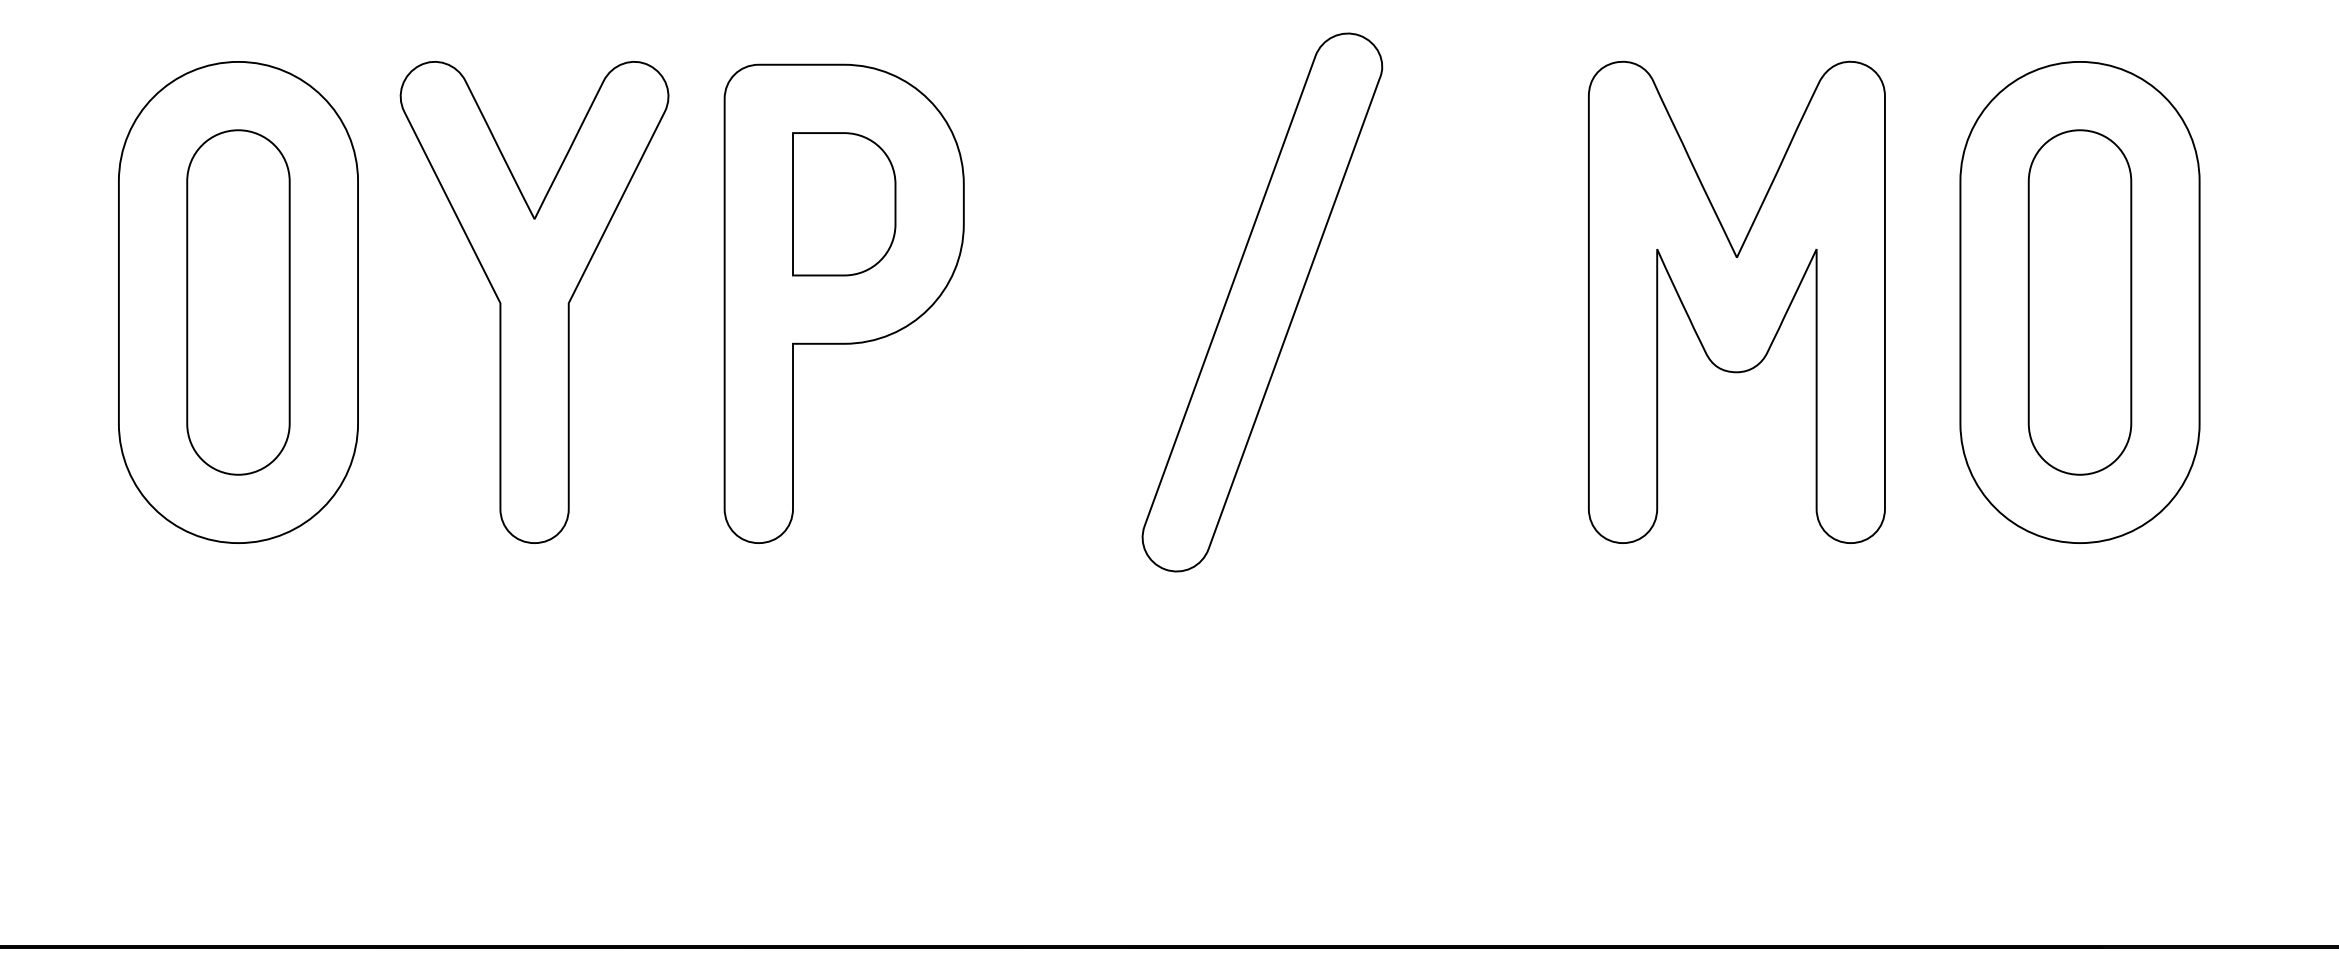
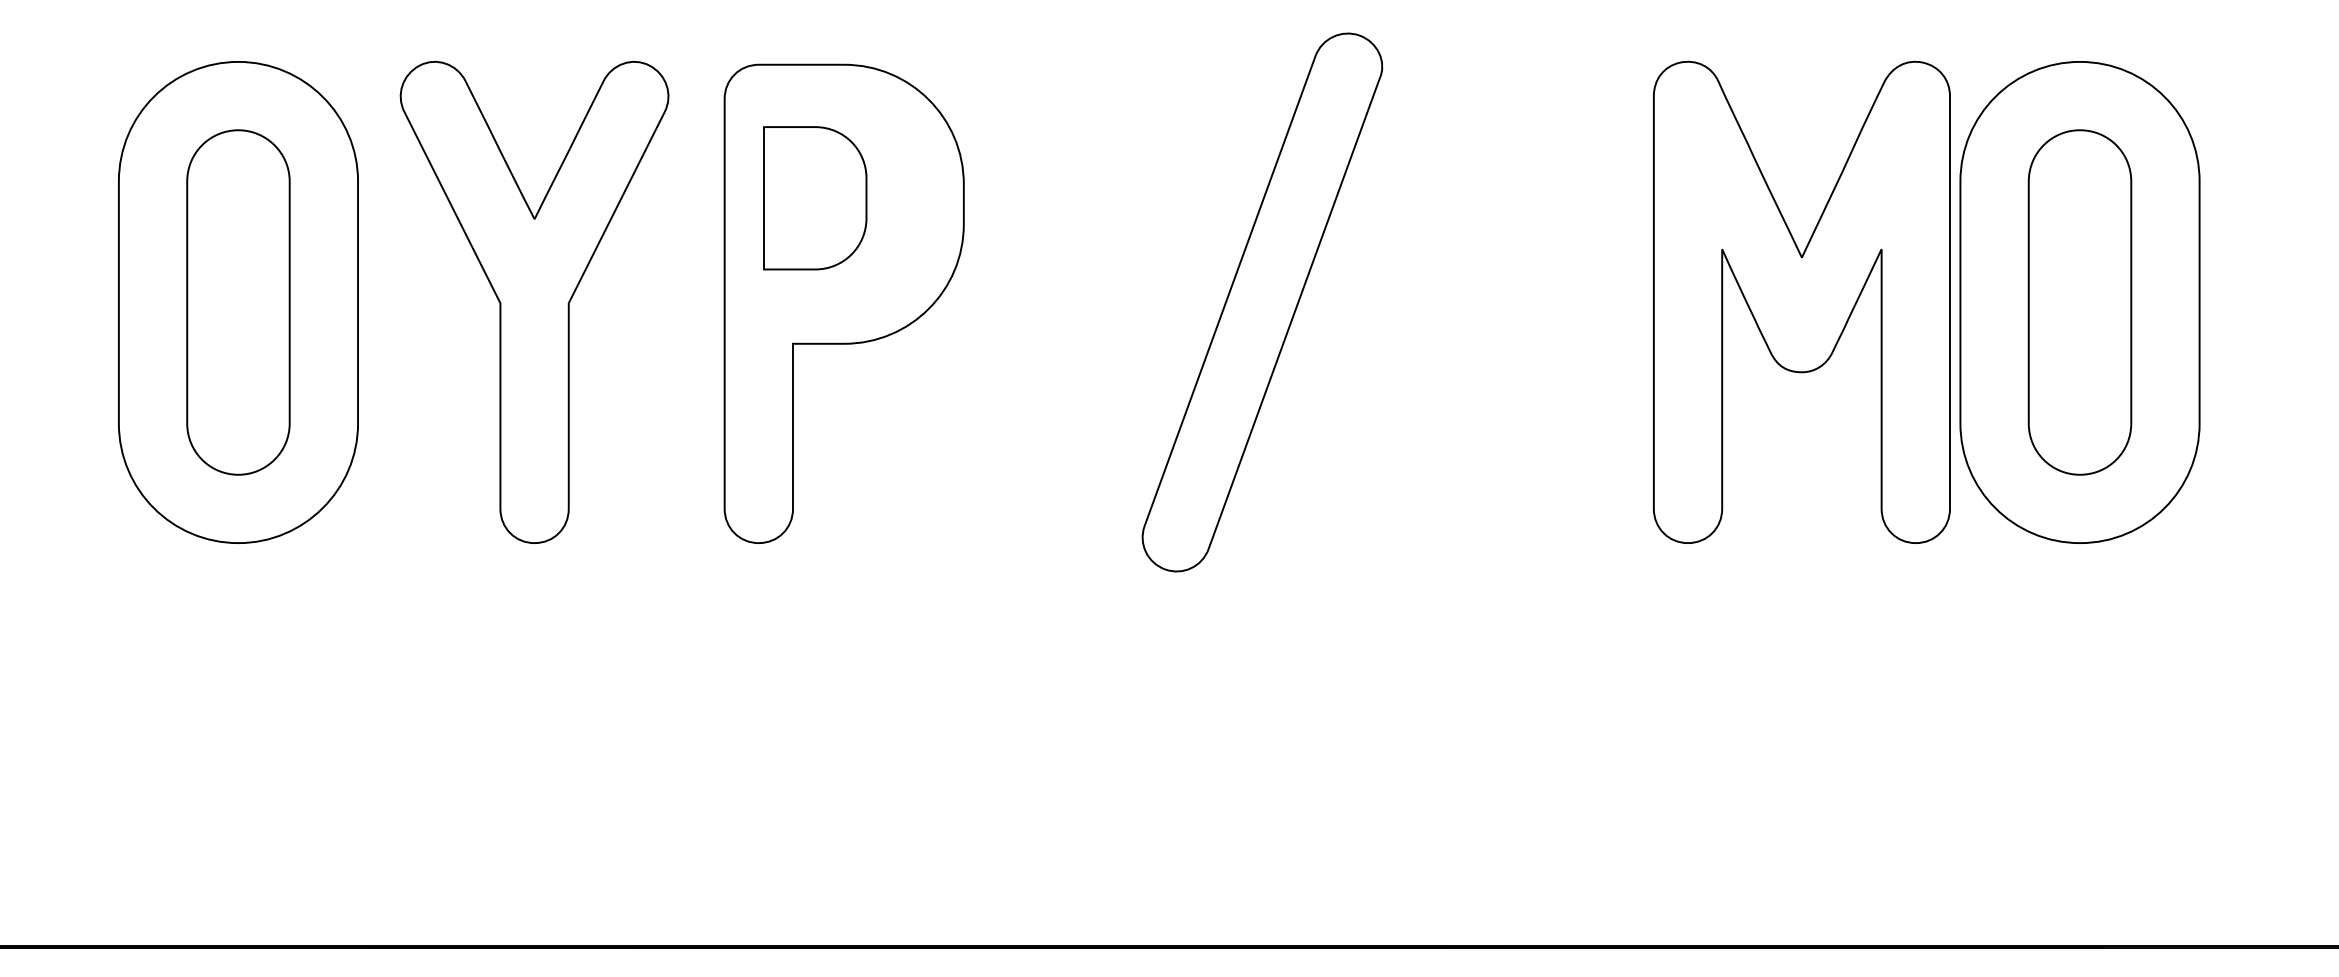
part at (844, 204) position: (844, 204) -> (815, 198)
part at (1736, 301) position: (1736, 301) -> (1801, 301)
